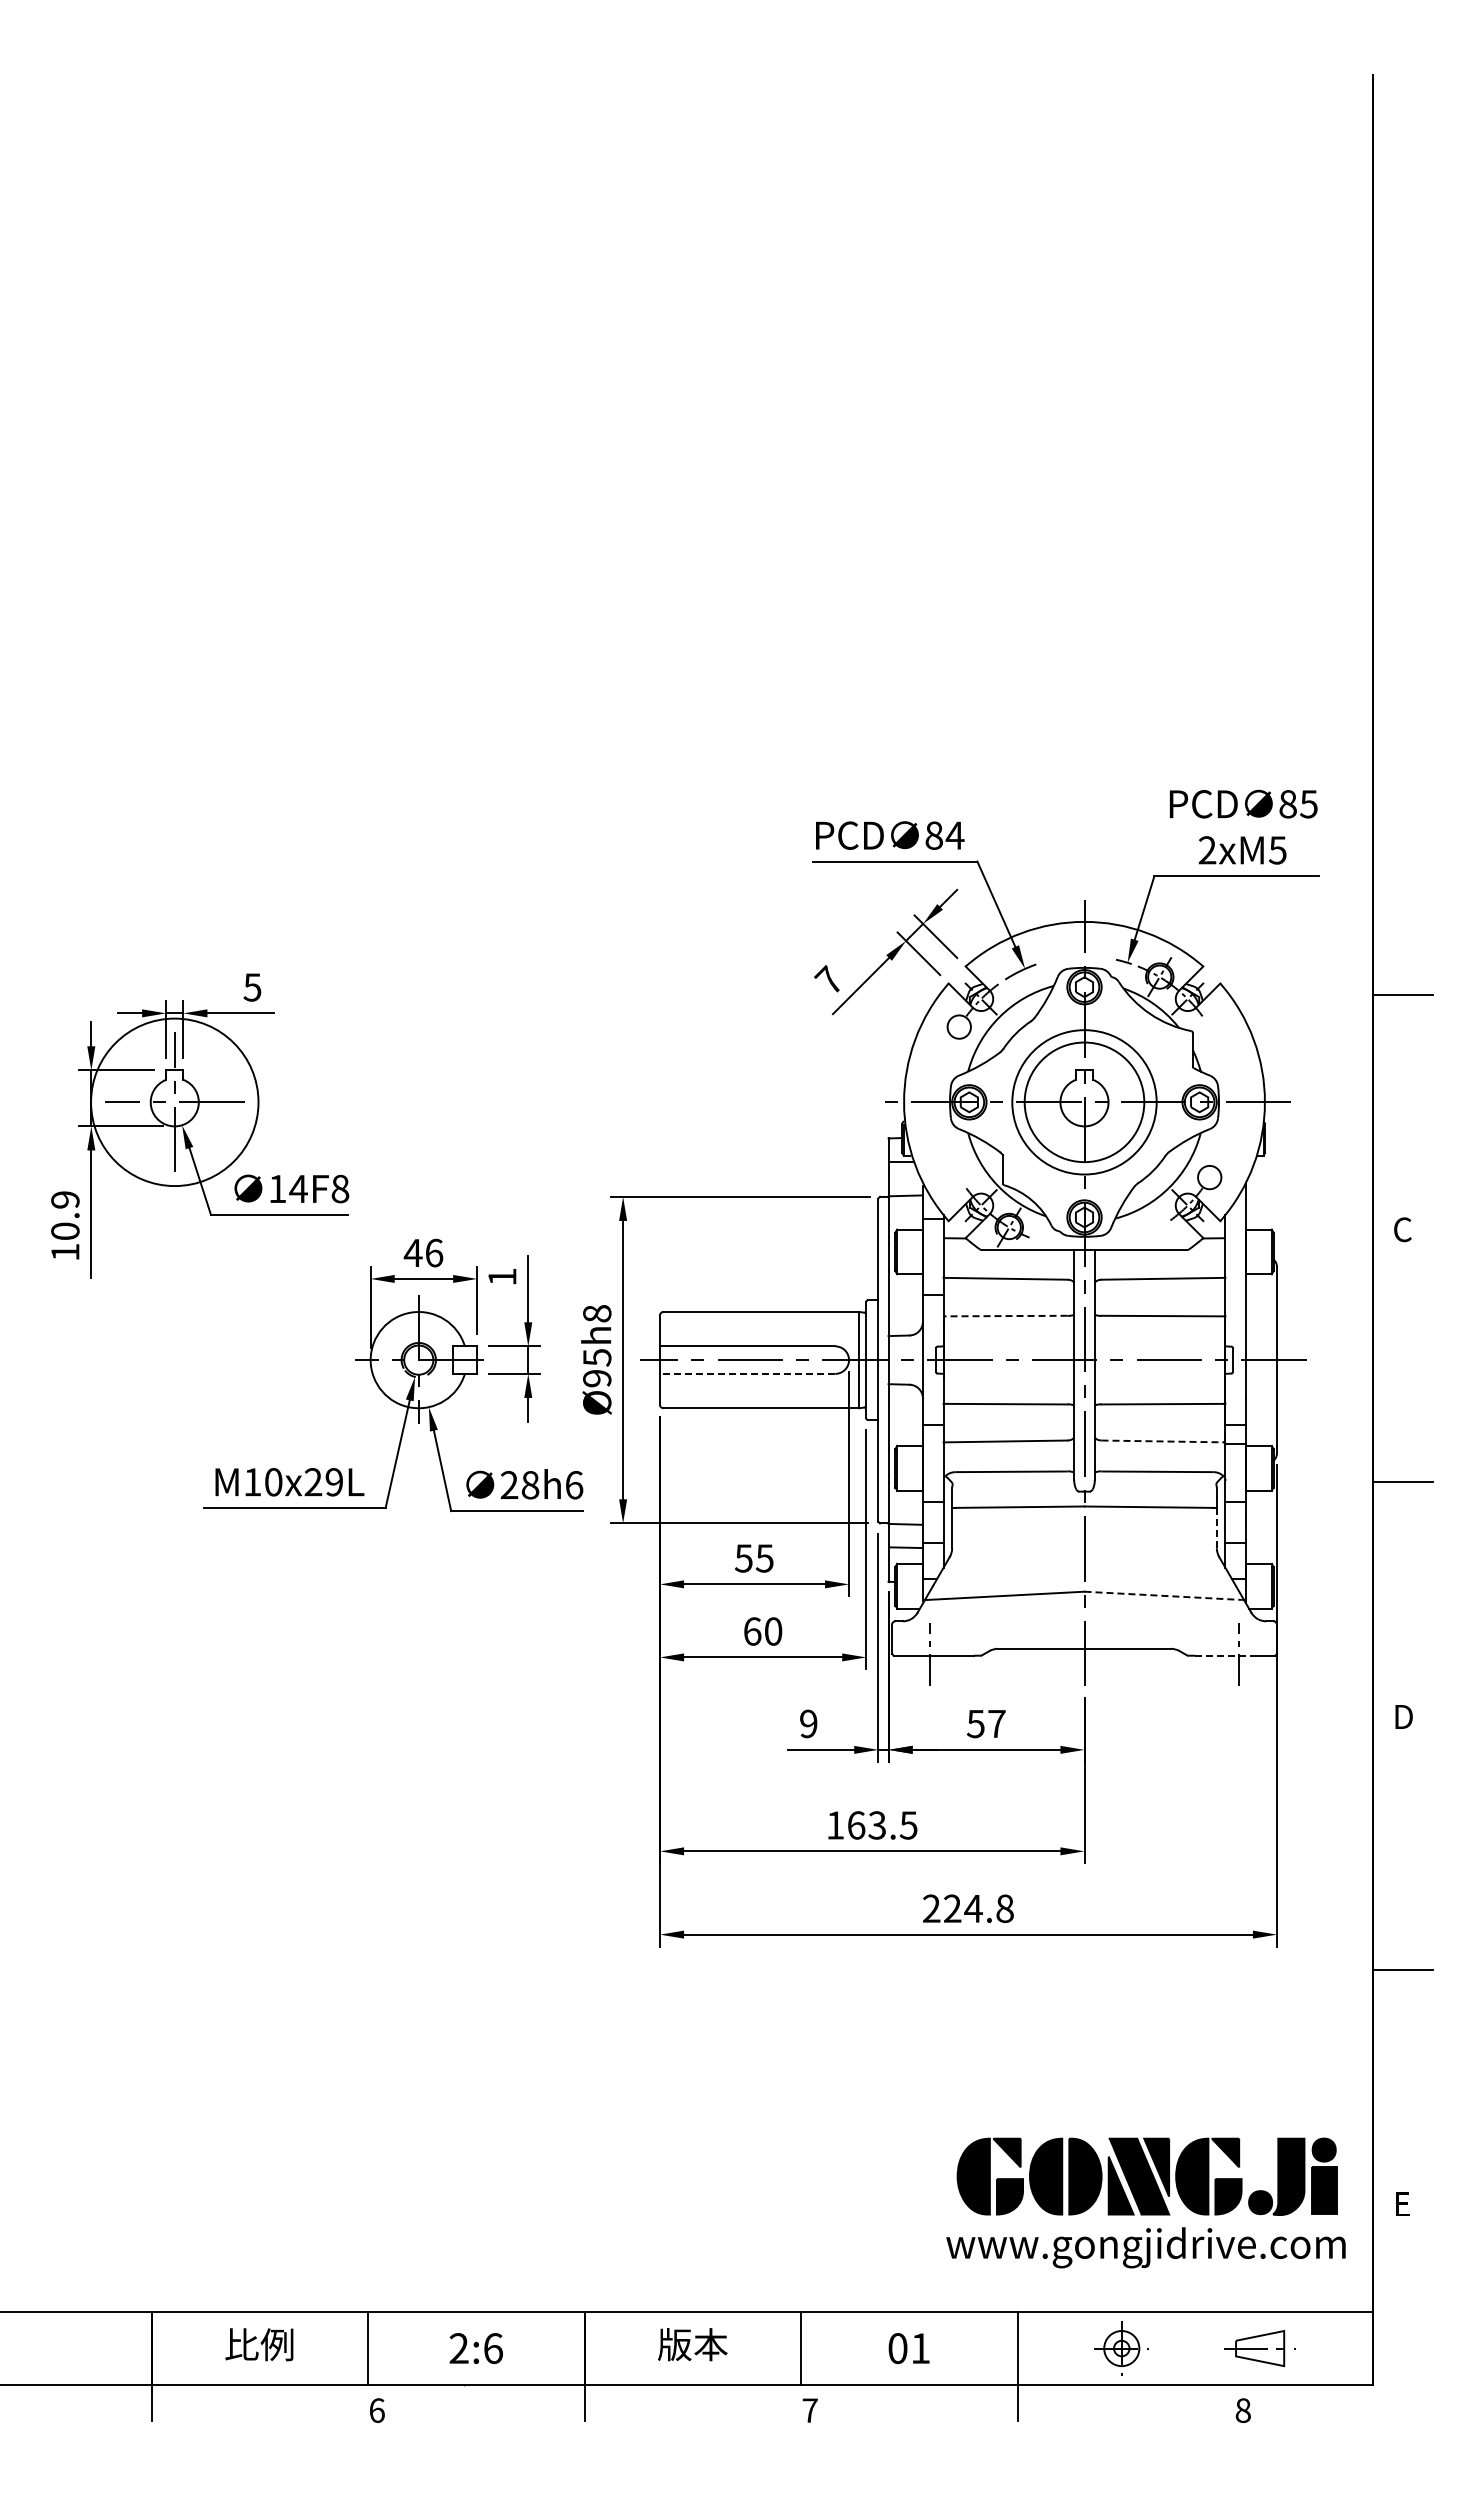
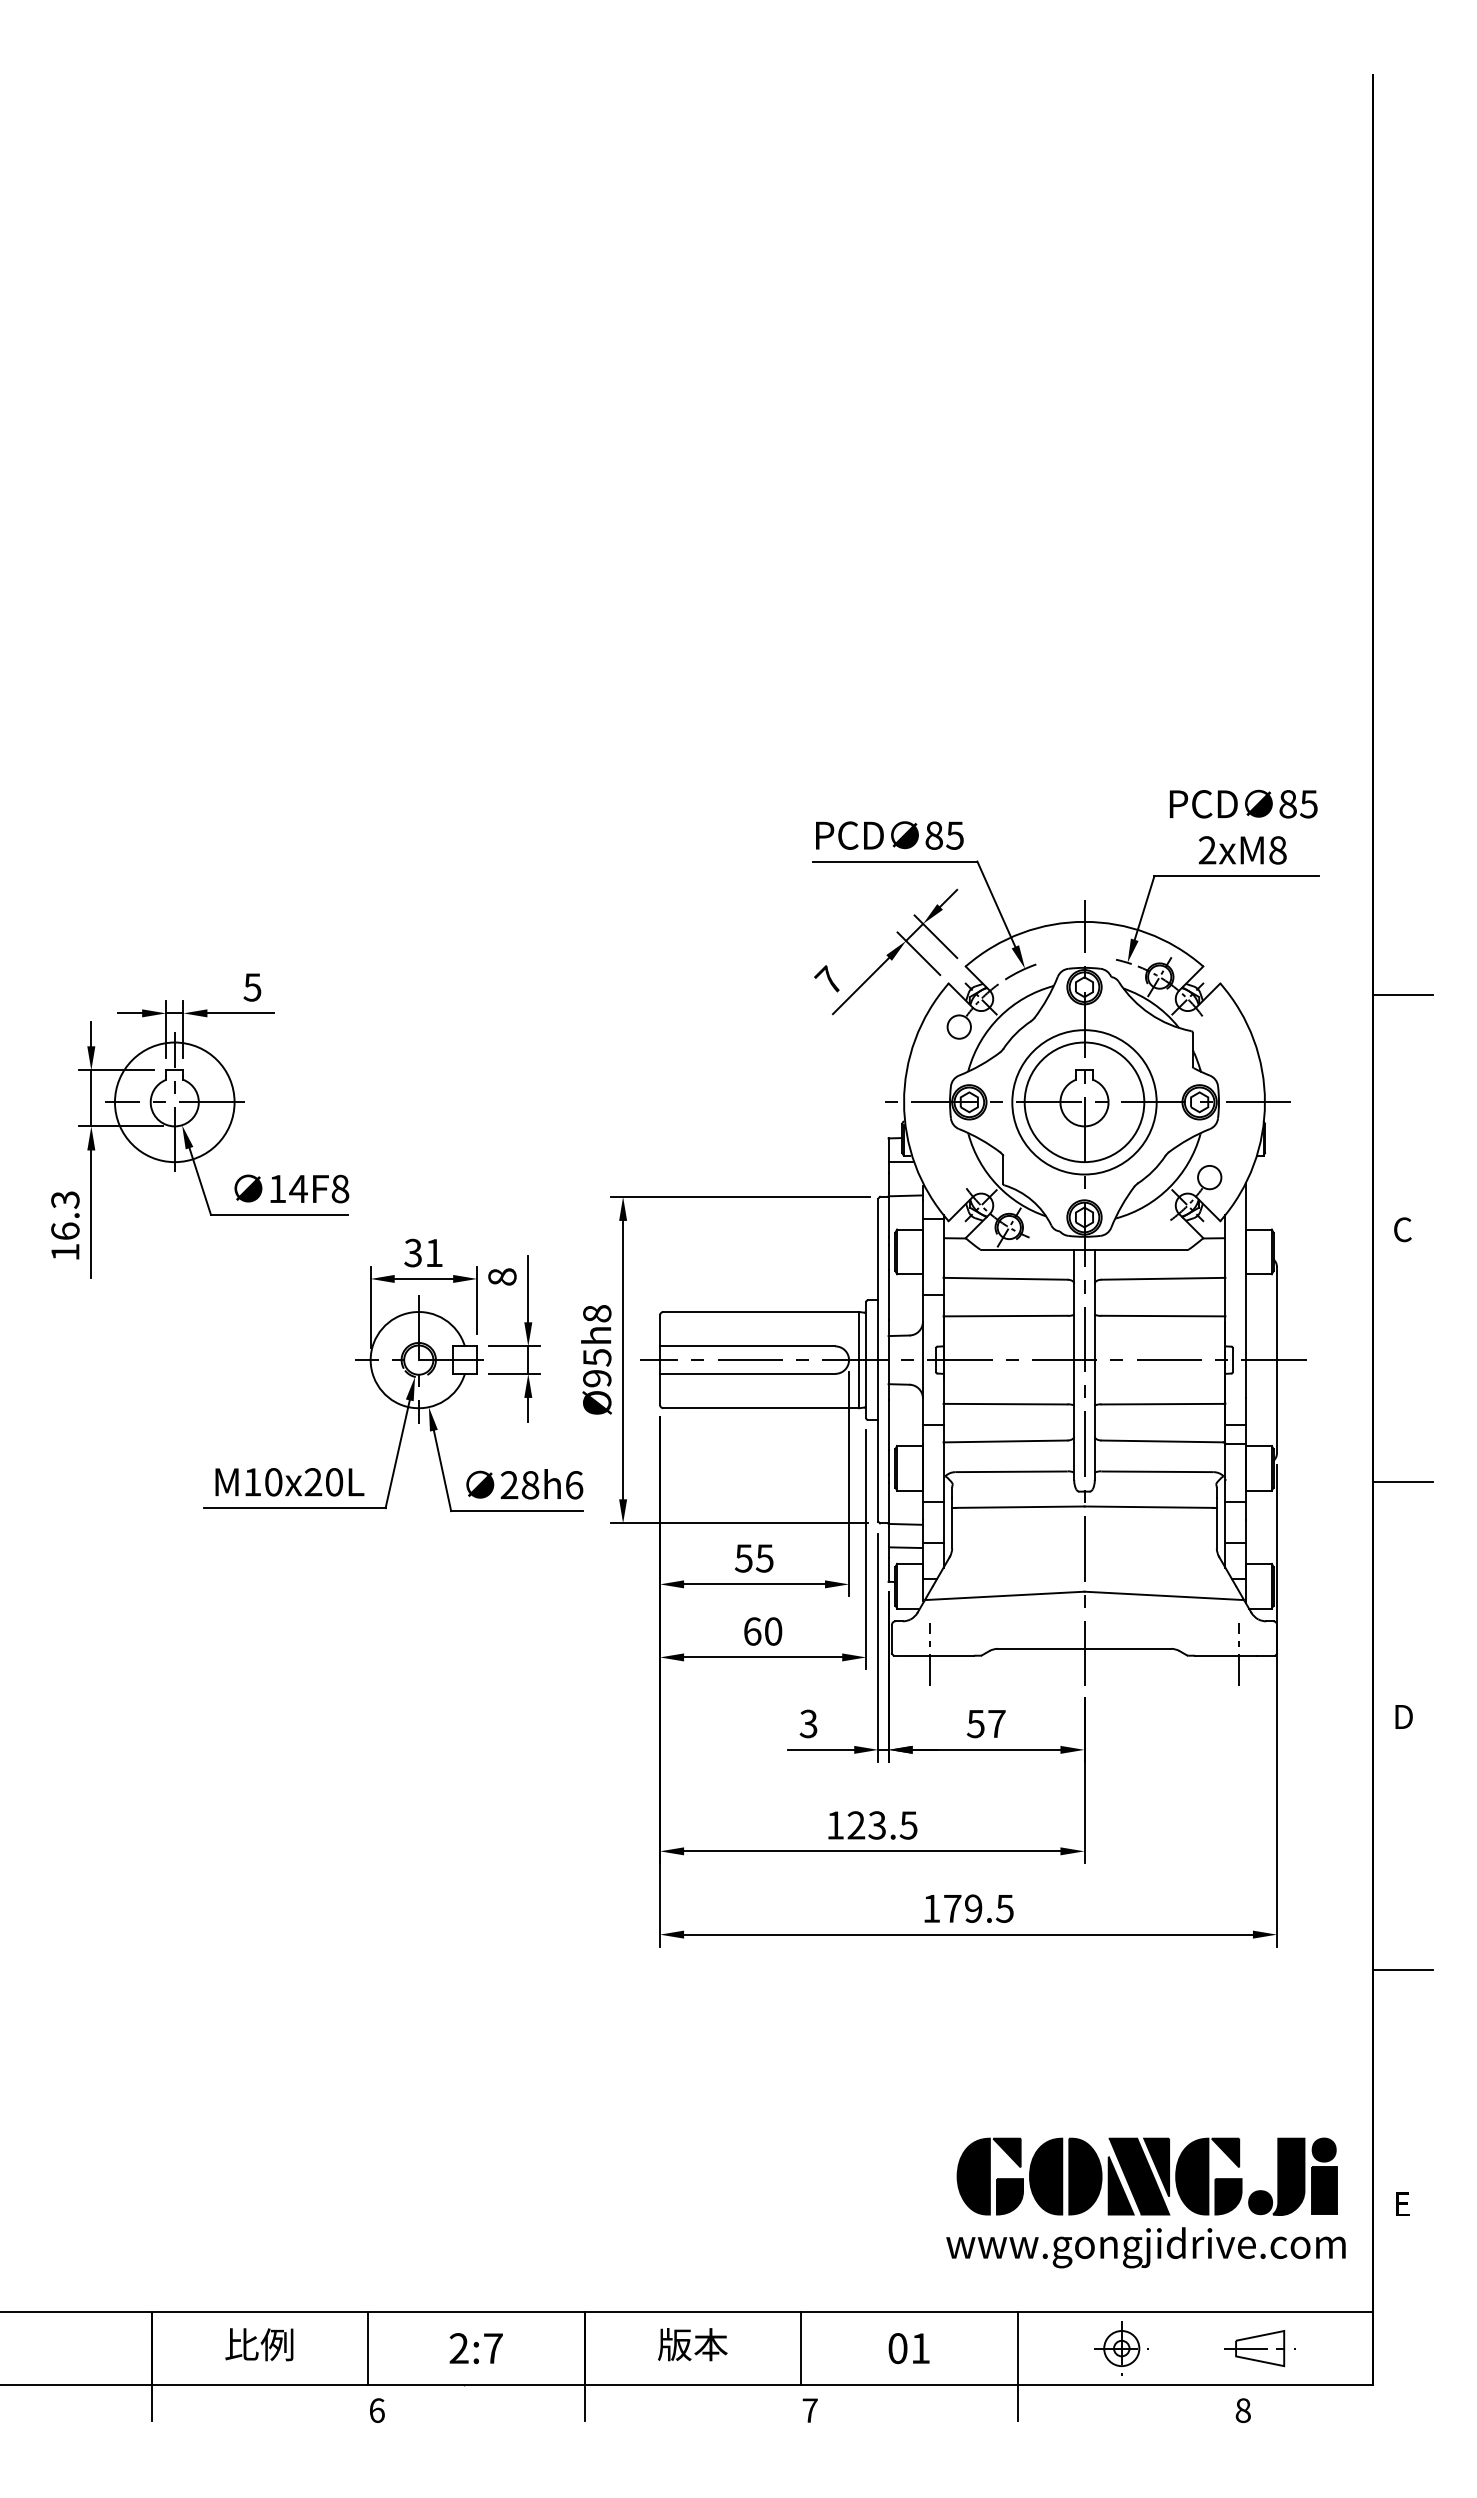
text at (954, 835): 84 -> 85
text at (1277, 850): 2xM5 -> 2xM8
circle at (174, 1102) diameter: 167 px -> 120 px
text at (65, 1215): 10.9 -> 16.3
text at (423, 1252): 46 -> 31
text at (502, 1276): 1 -> 8
line at (1005, 1316): dashed -> solid
line at (747, 1373): dashed -> solid
line at (1163, 1441): dashed -> solid
text at (334, 1482): M10x29L -> M10x20L
line at (1216, 1528): dashed -> solid
line at (1163, 1595): dashed -> solid
line at (1225, 1655): dashed -> solid
text at (808, 1724): 9 -> 3
text at (856, 1825): 163.5 -> 123.5
text at (968, 1908): 224.8 -> 179.5
text at (493, 2348): 2:6 -> 2:7
